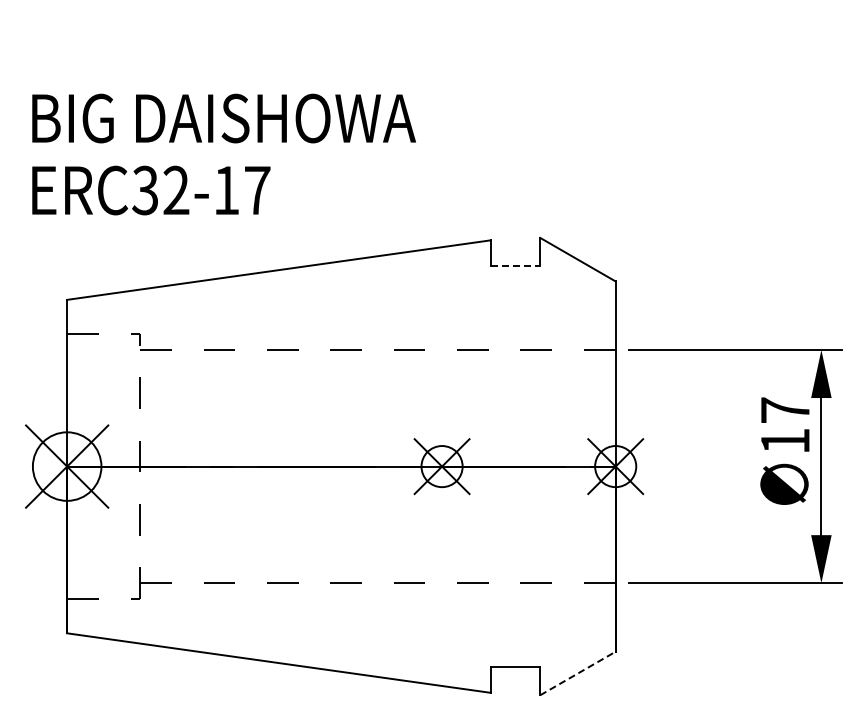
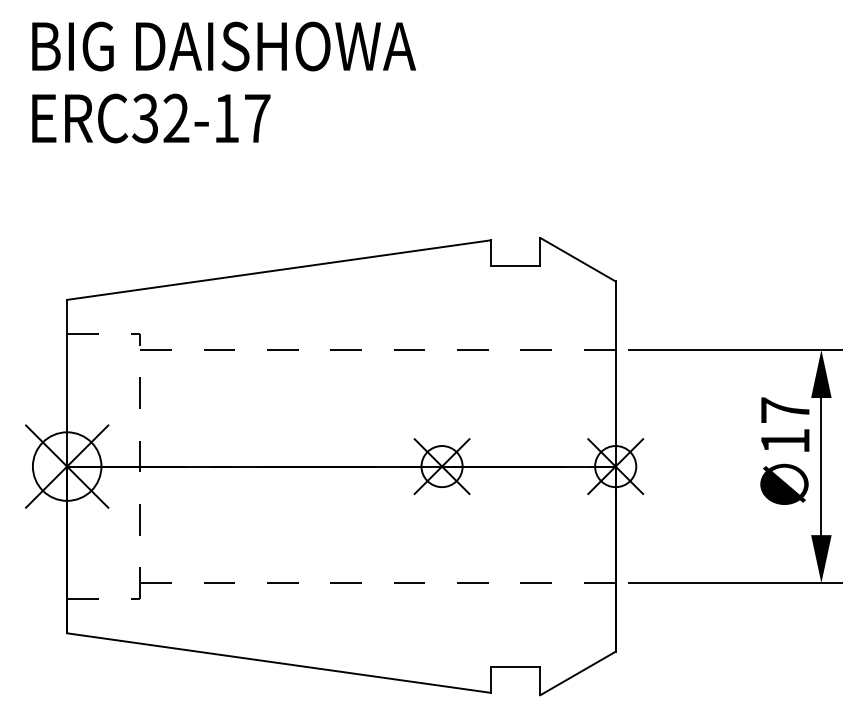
text at (223, 154) position: (223, 154) -> (223, 82)
line at (515, 266): dashed -> solid
line at (577, 673): dashed -> solid
